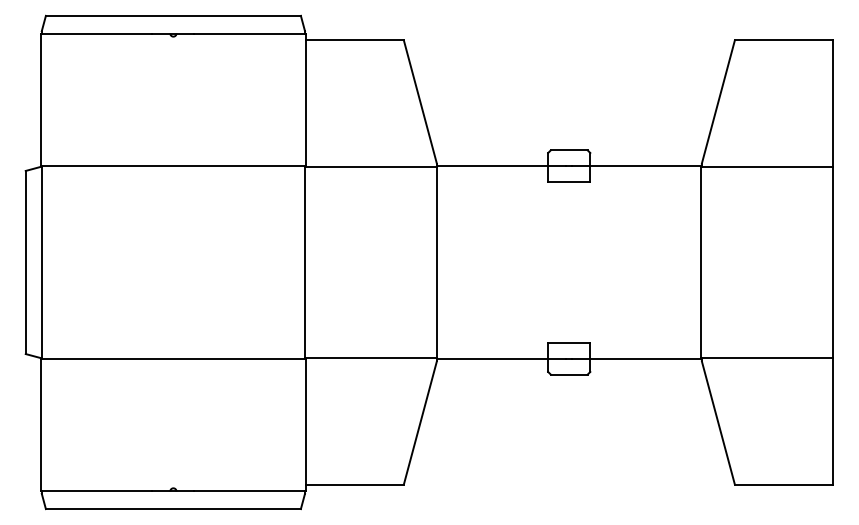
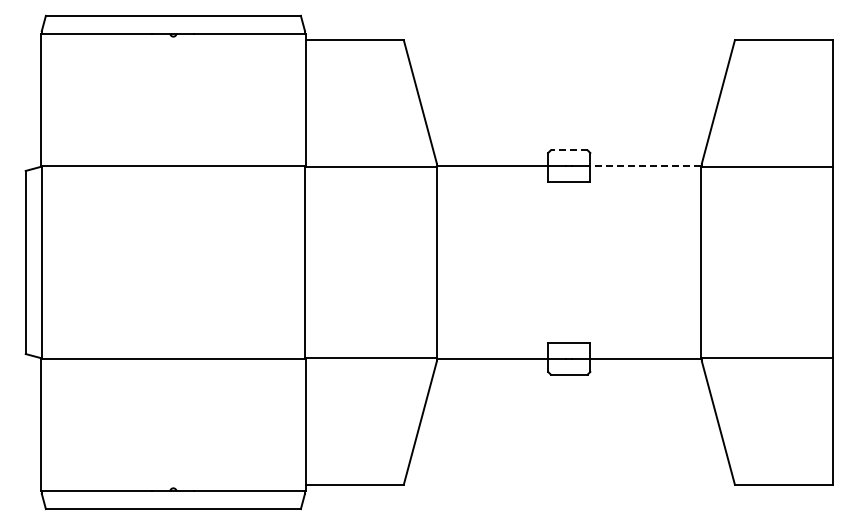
line at (568, 150): solid -> dashed
line at (645, 166): solid -> dashed
